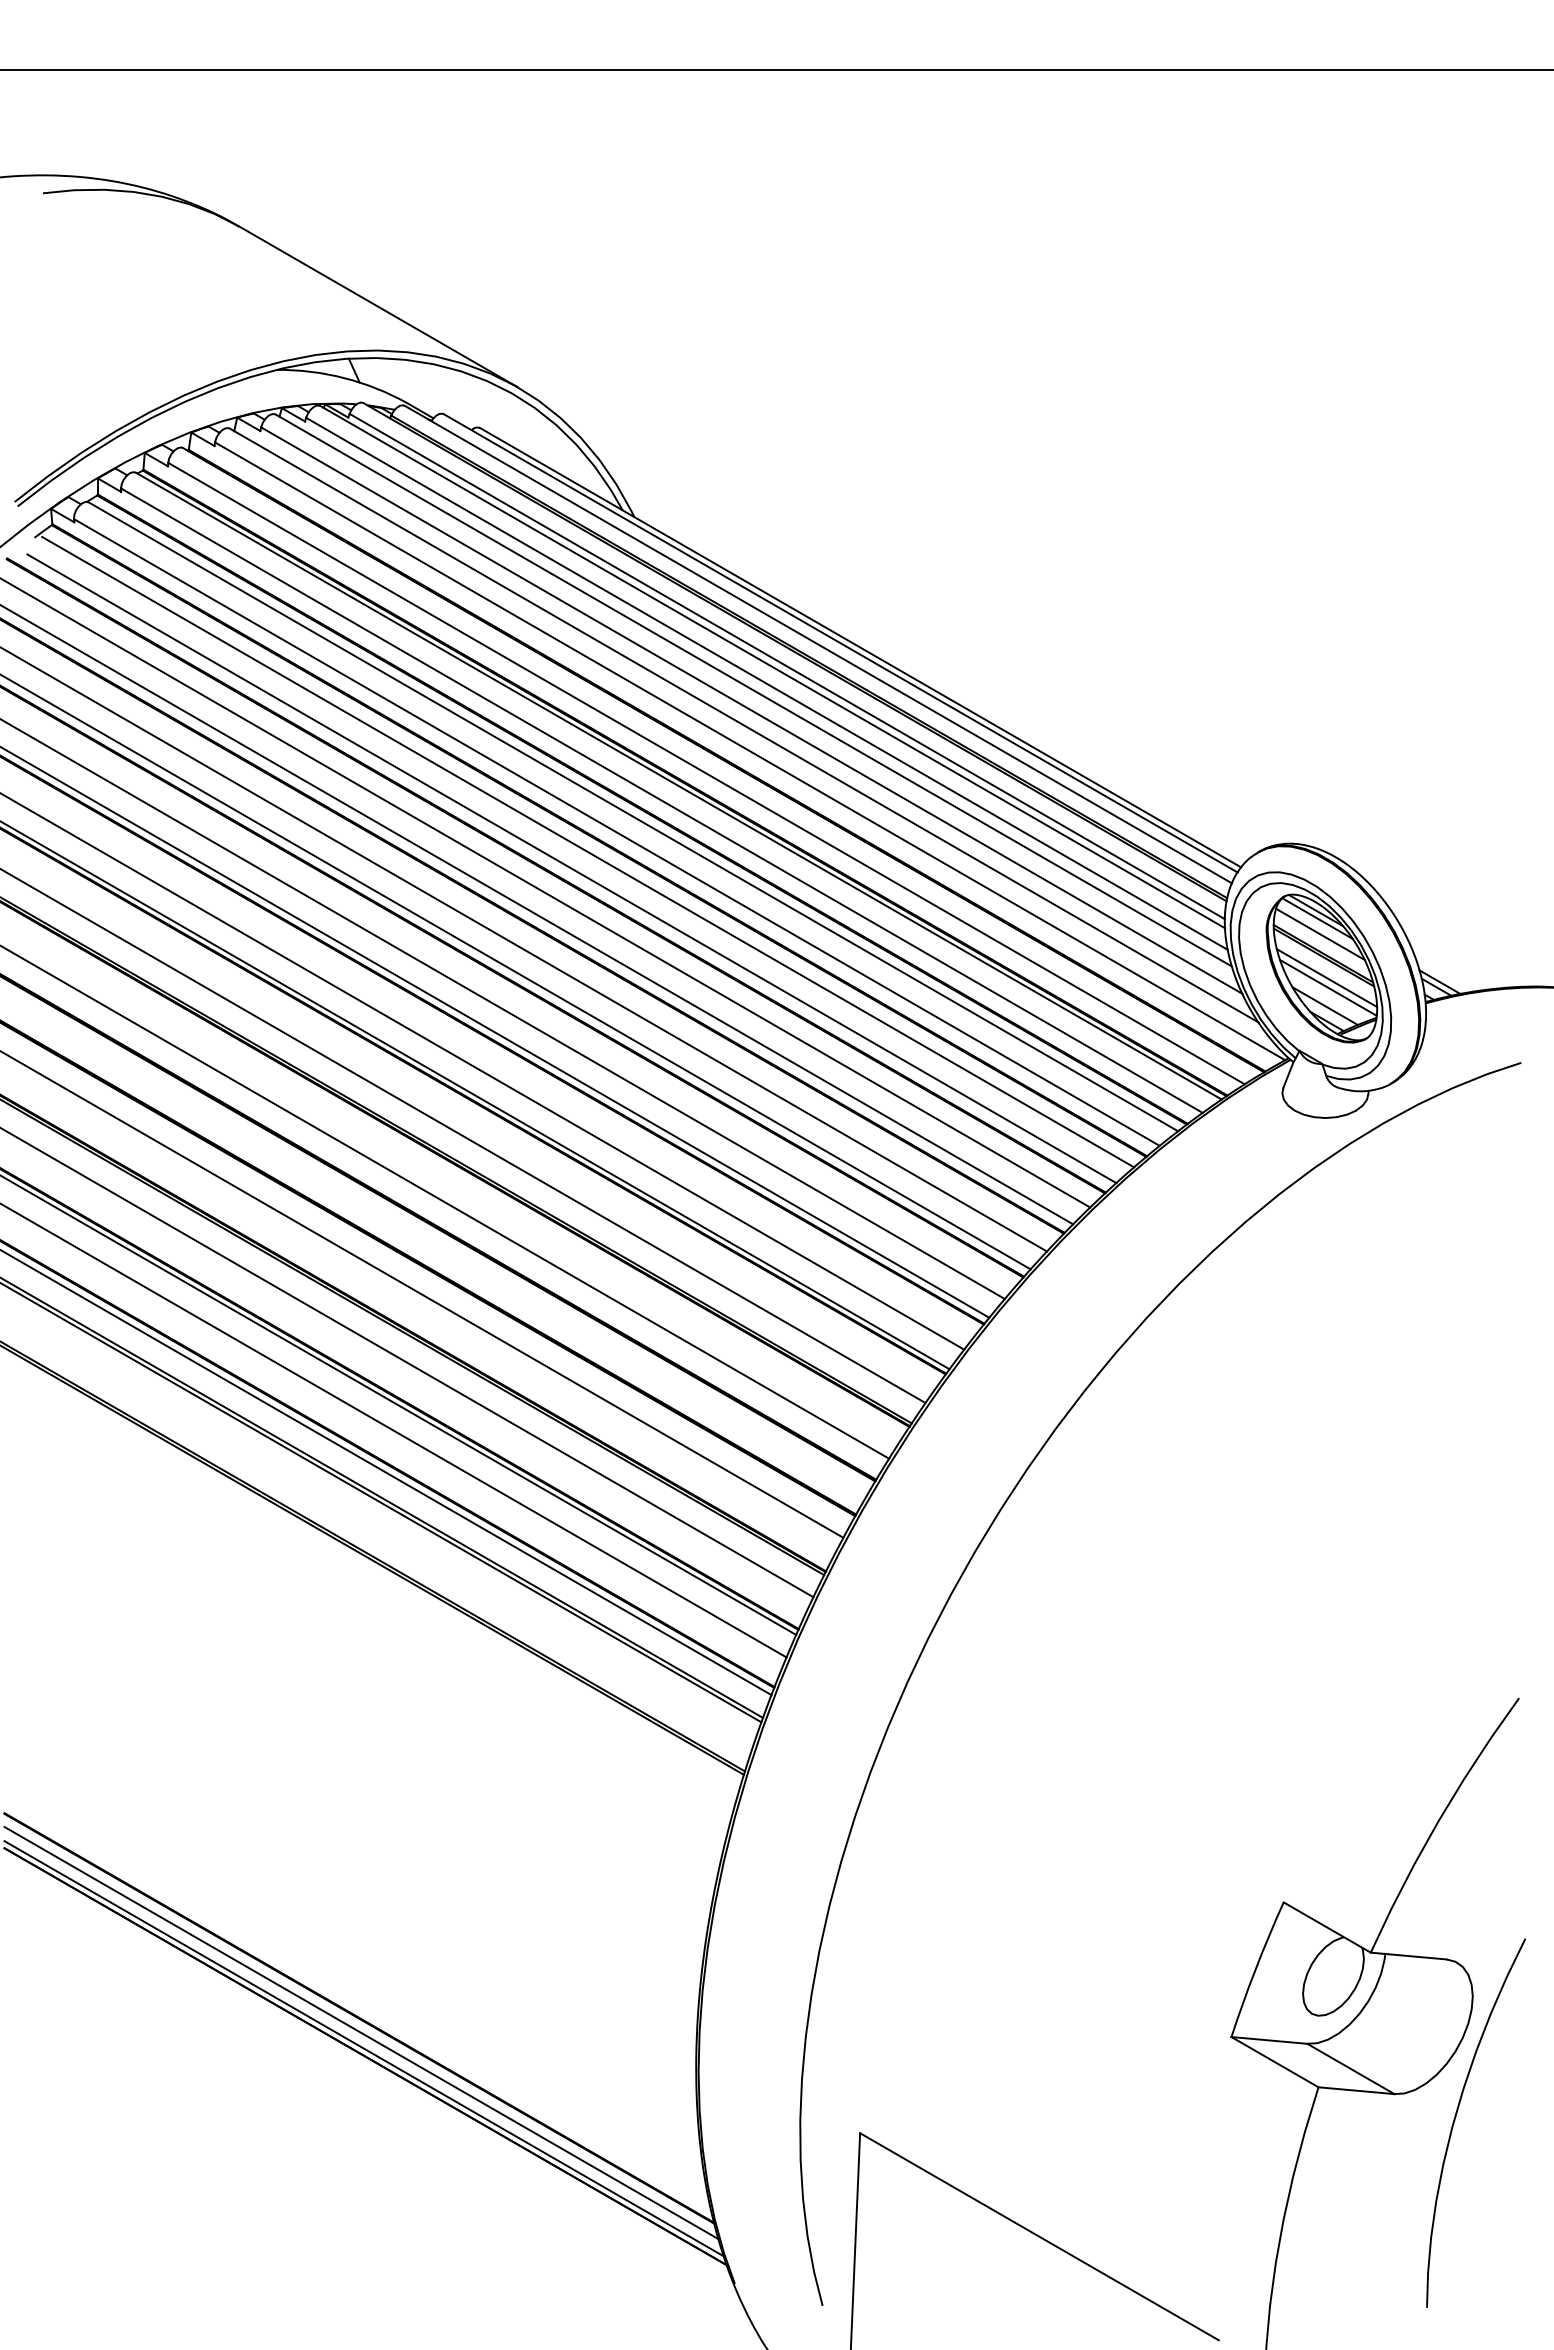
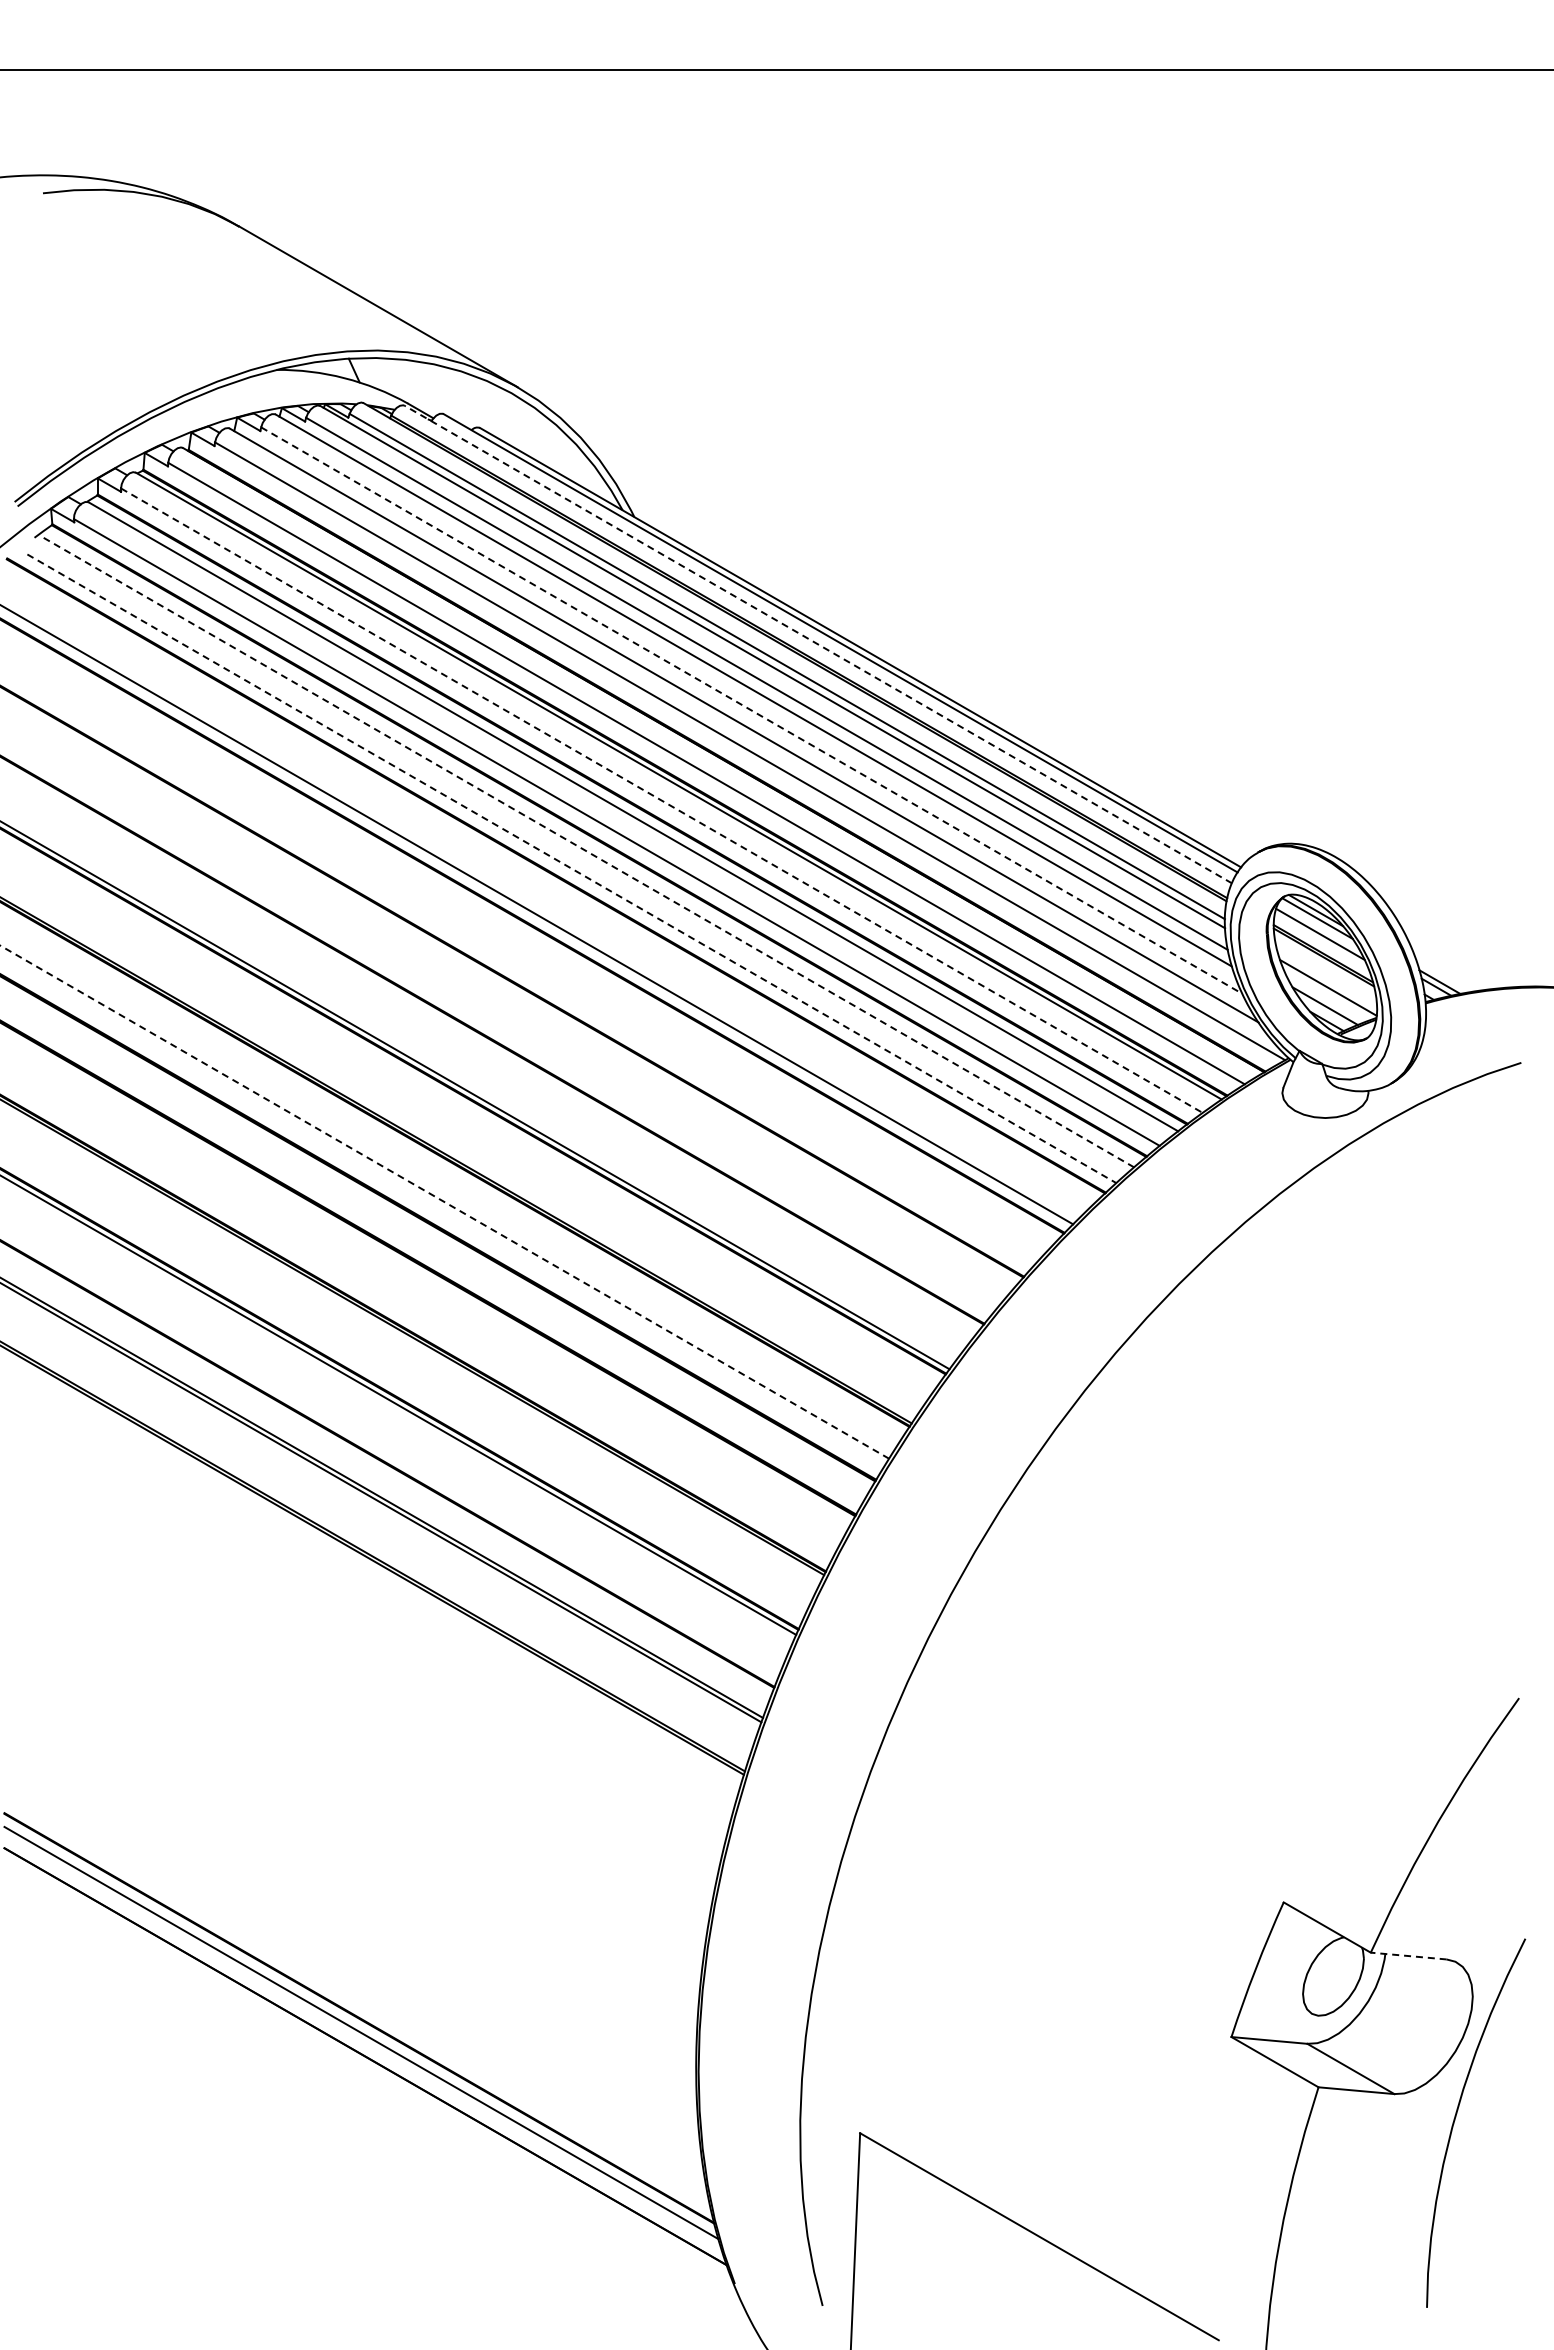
line at (818, 644): solid -> dashed
line at (751, 710): solid -> dashed
line at (661, 800): solid -> dashed
line at (587, 851): solid -> dashed
line at (571, 868): solid -> dashed
line at (546, 893): present -> none
line at (524, 949): present -> none
line at (516, 972): present -> none
line at (1326, 977): present -> none
line at (503, 1009): present -> none
line at (495, 1032): present -> none
line at (483, 1071): present -> none
line at (463, 1136): present -> none
line at (444, 1201): solid -> dashed
line at (422, 1294): present -> none
line at (407, 1363): present -> none
line at (394, 1430): present -> none
line at (386, 1473): present -> none
line at (1408, 1956): solid -> dashed
line at (363, 2048): present -> none
